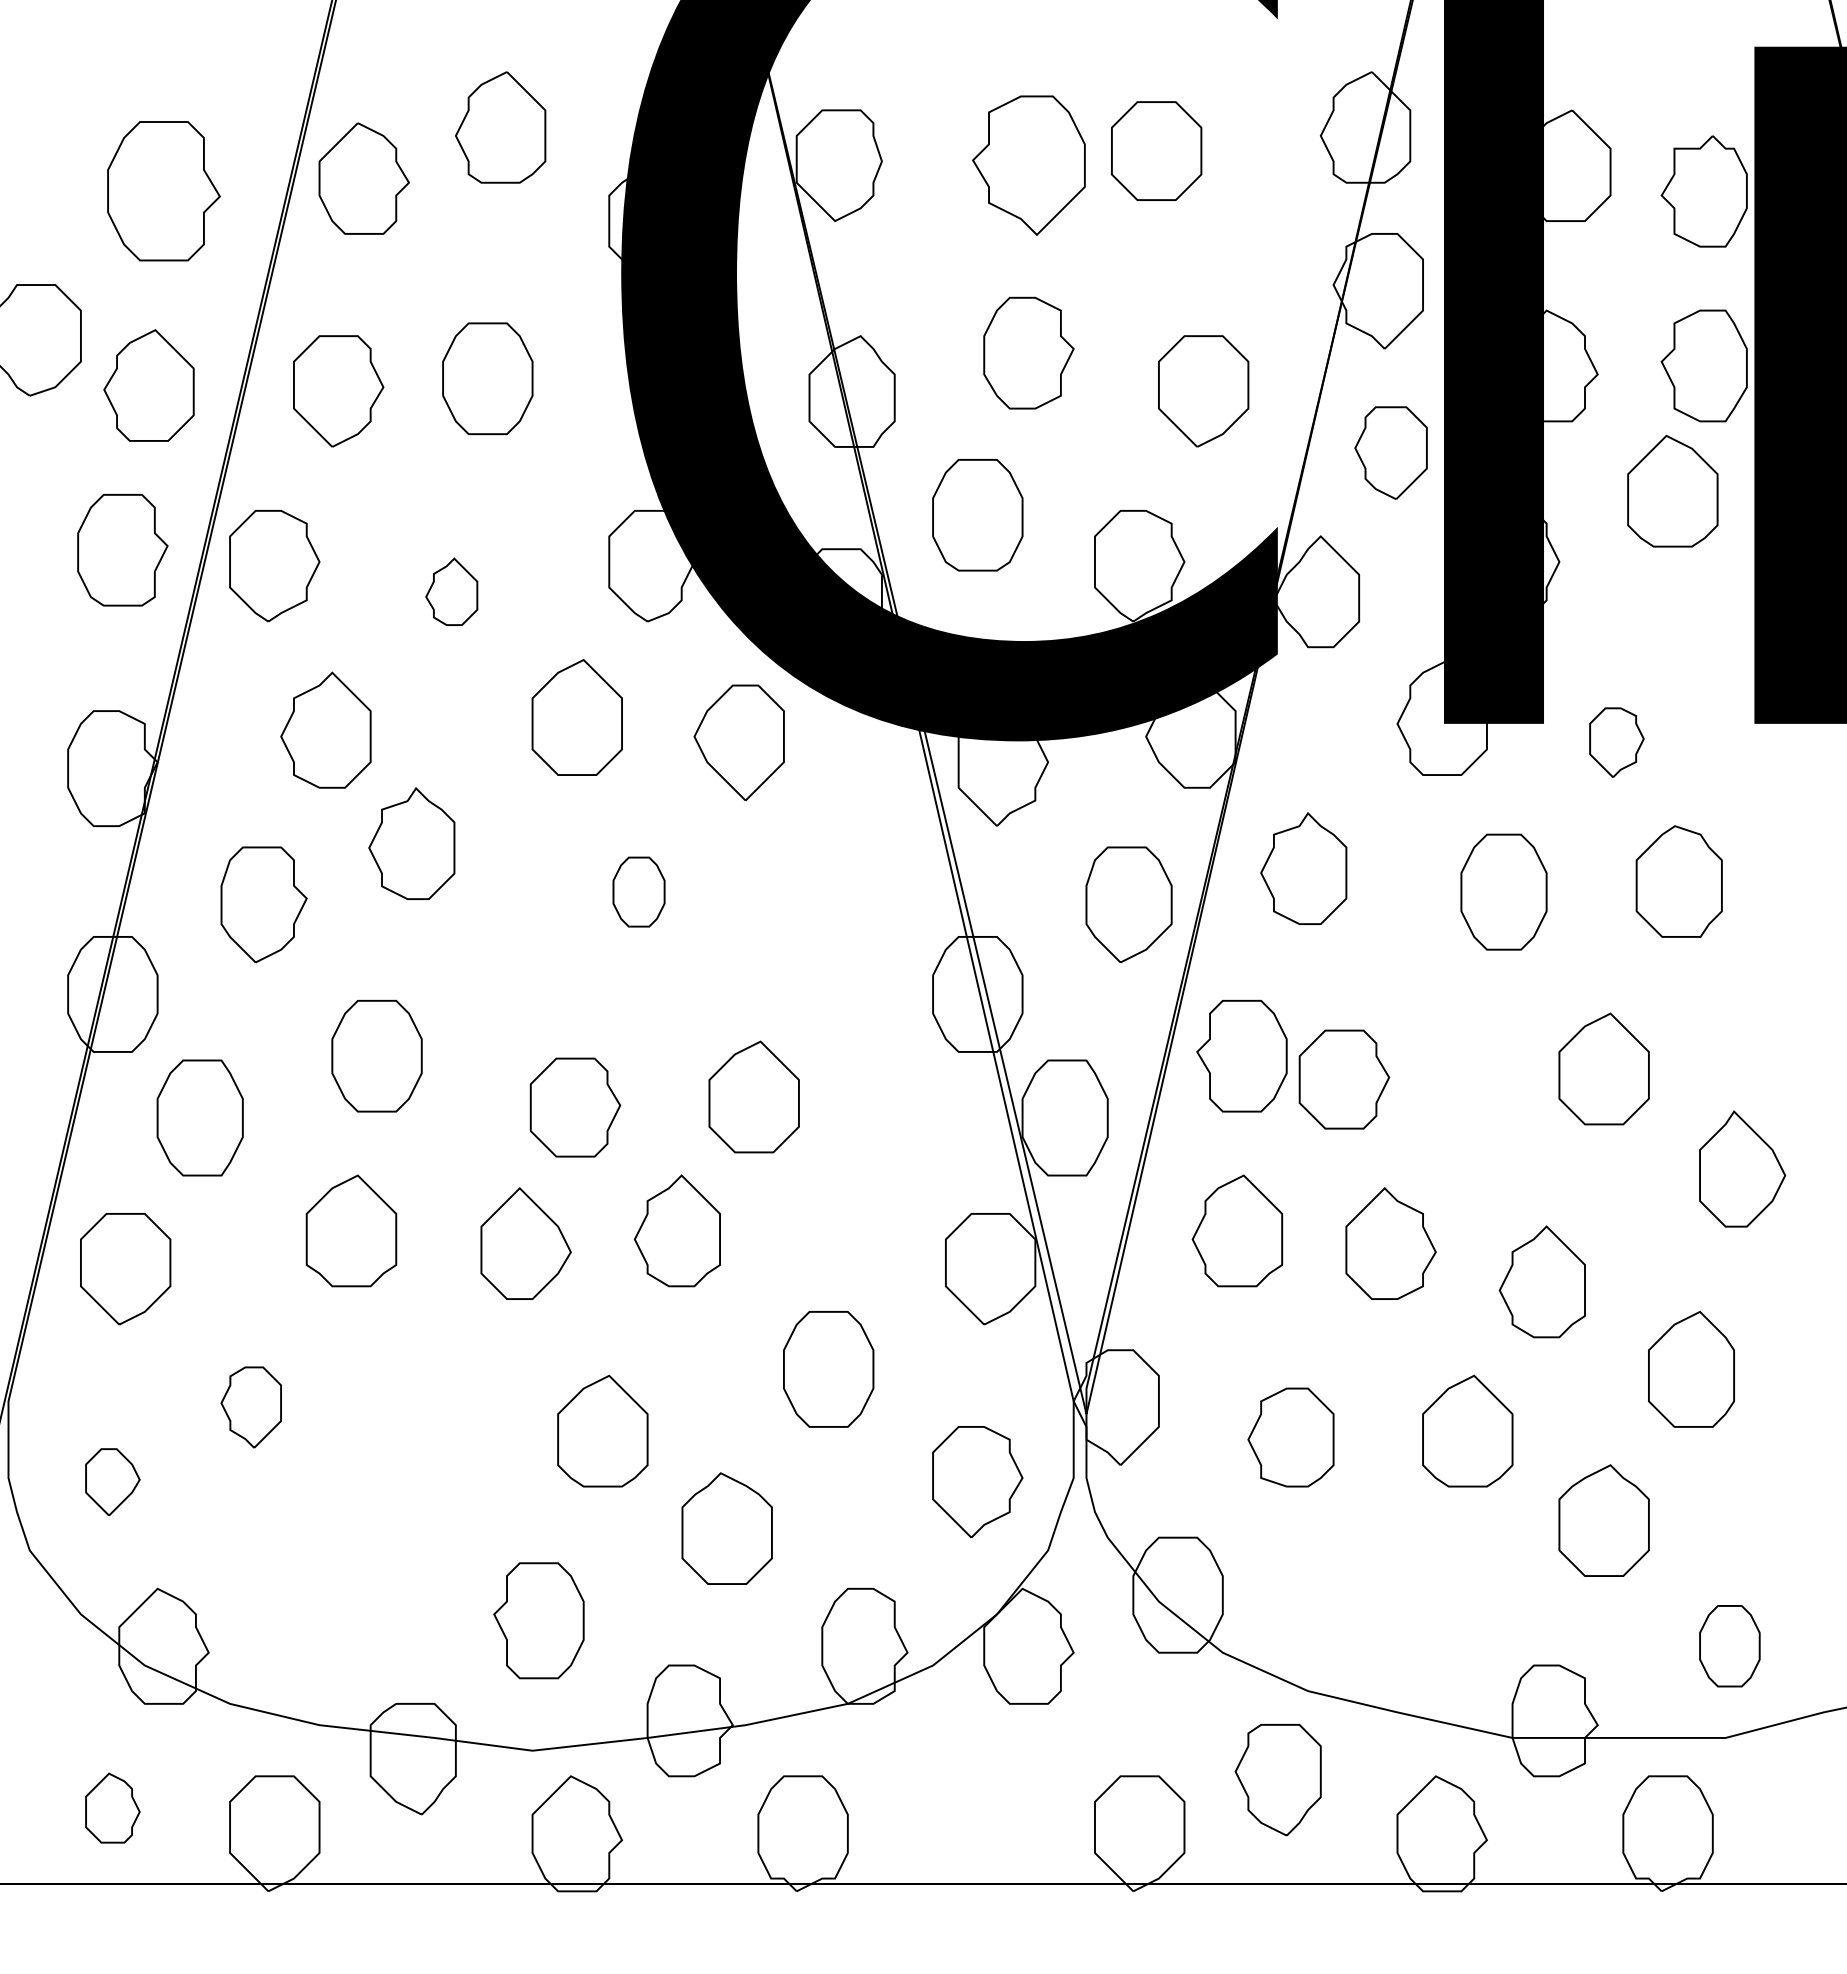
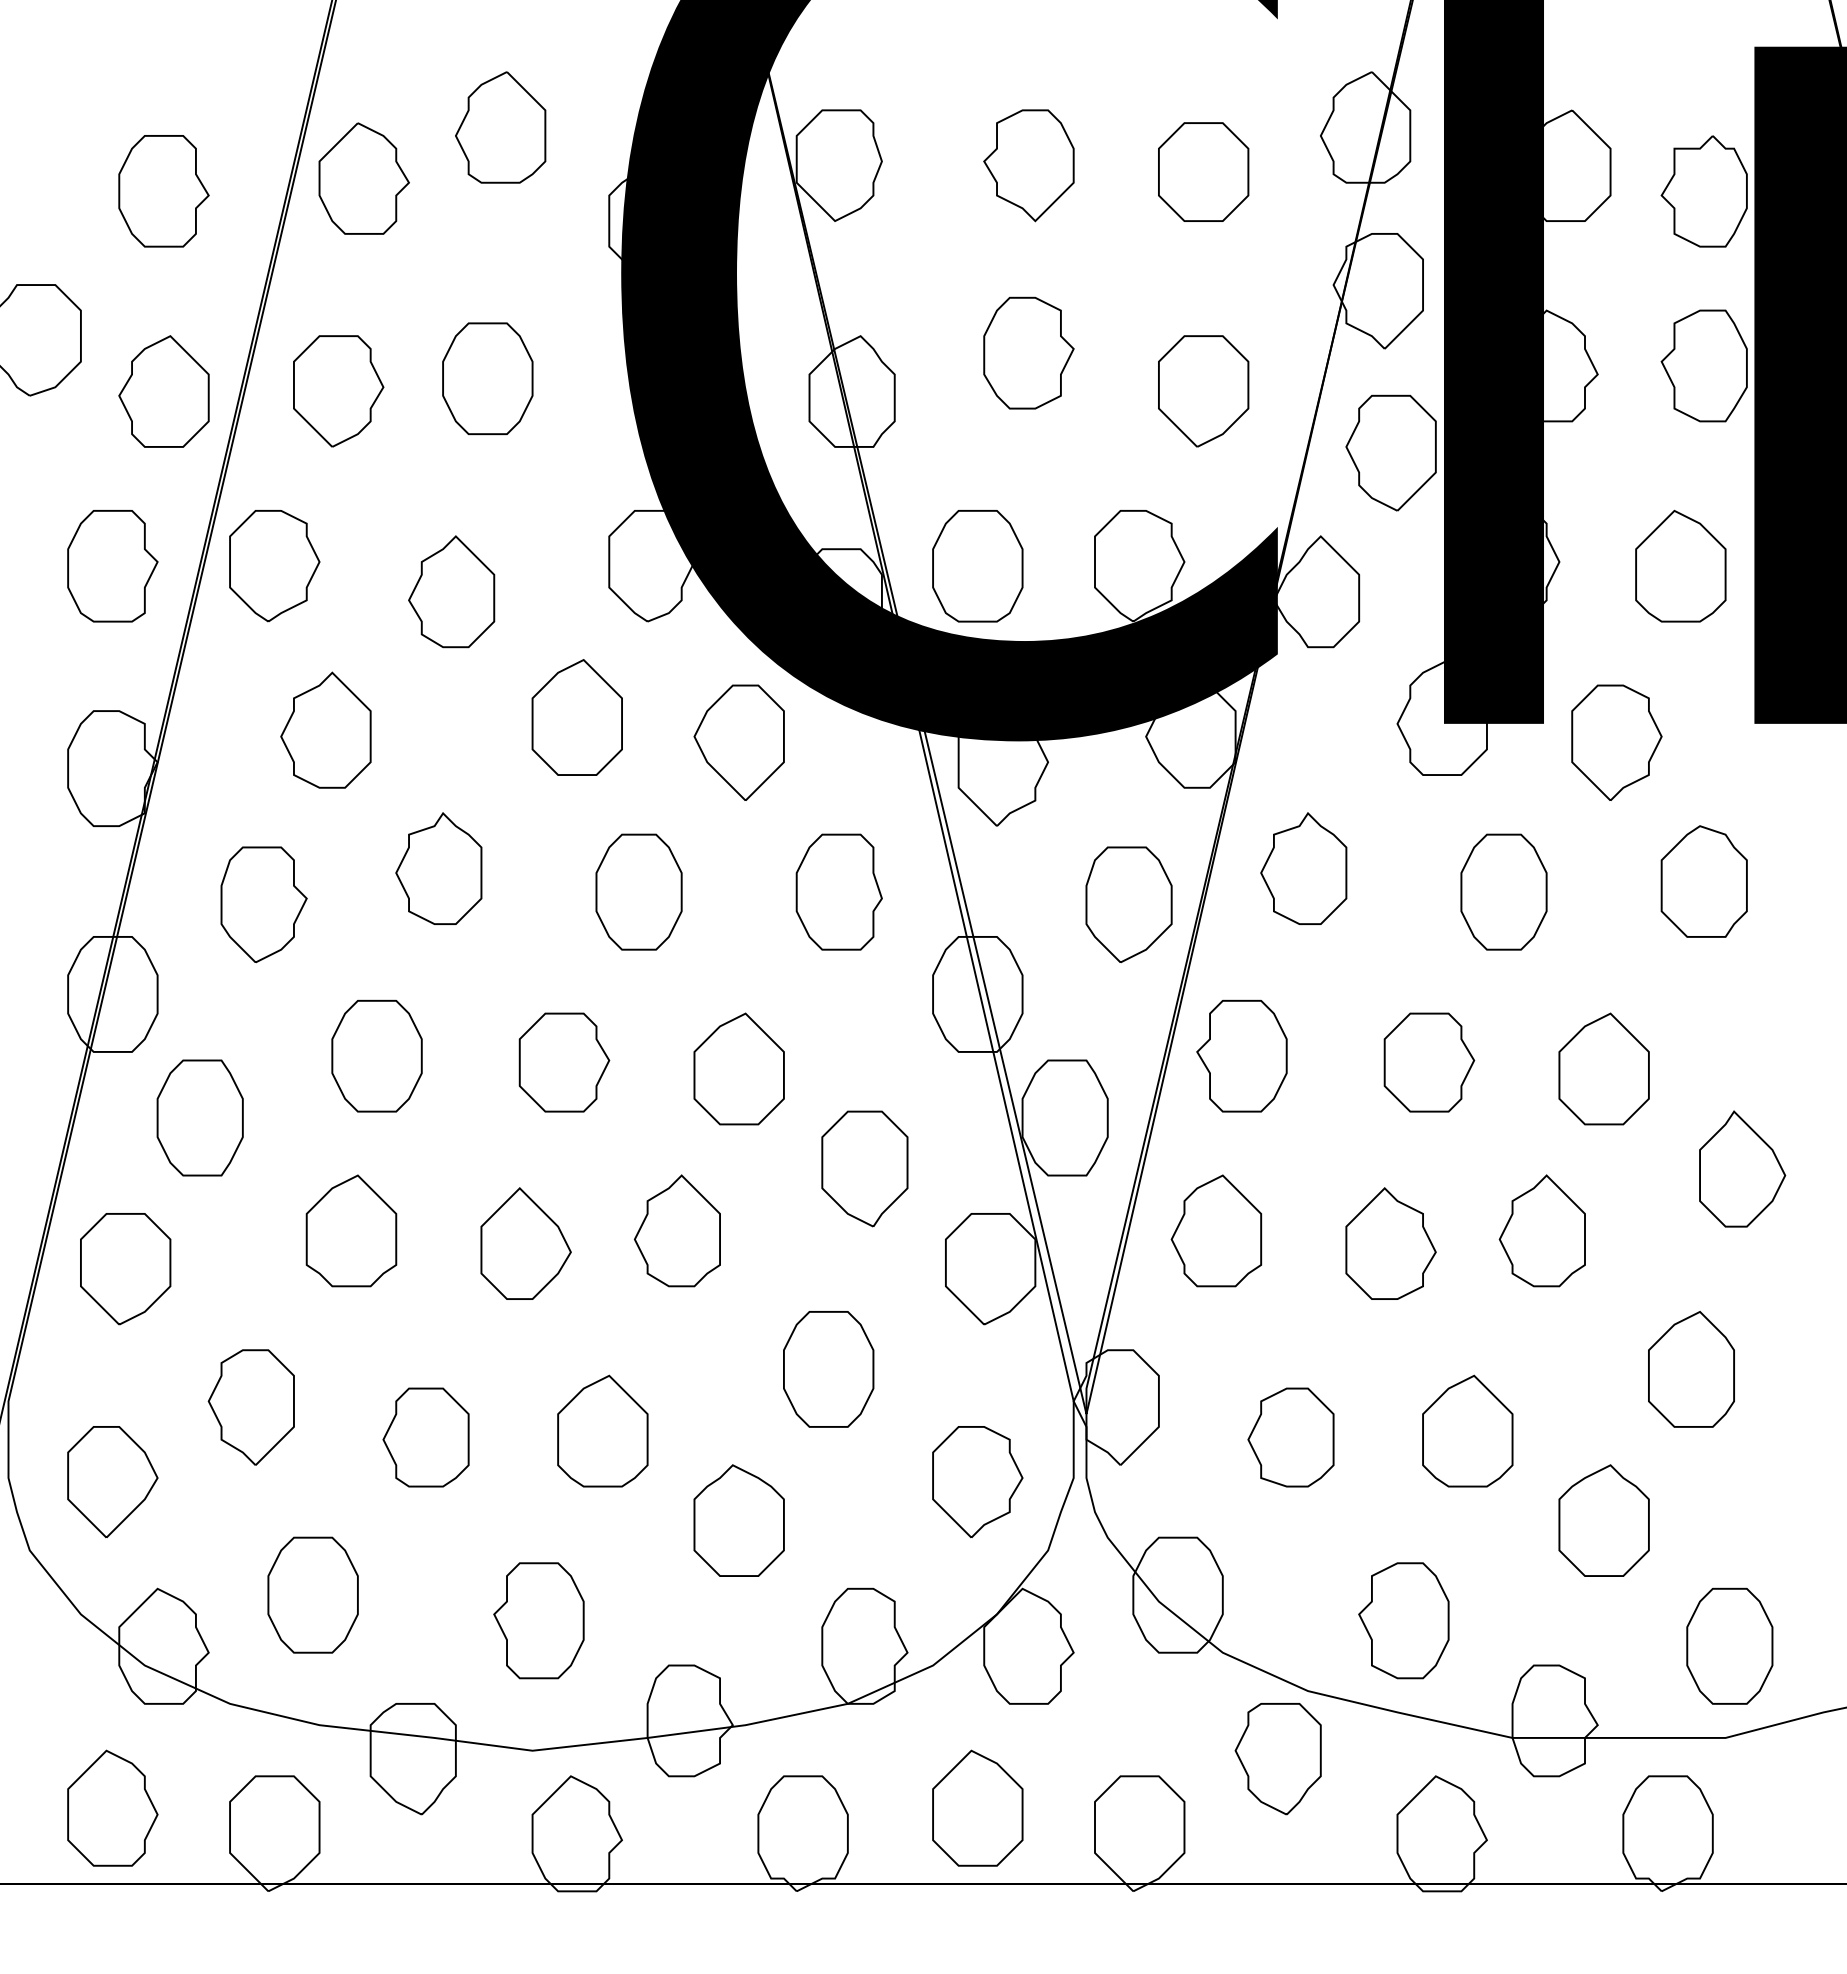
part at (1156, 150) position: (1156, 150) -> (1203, 171)
part at (1028, 165) size: 114x141 px -> 92x114 px
part at (163, 191) size: 114x141 px -> 92x113 px
part at (148, 385) position: (148, 385) -> (163, 391)
part at (1390, 452) size: 74x94 px -> 92x118 px
part at (1672, 490) position: (1672, 490) -> (1680, 565)
part at (977, 515) position: (977, 515) -> (977, 566)
part at (122, 550) position: (122, 550) -> (112, 566)
part at (451, 591) size: 54x69 px -> 88x114 px
part at (1616, 742) size: 56x71 px -> 92x117 px
part at (411, 843) position: (411, 843) -> (438, 868)
part at (1678, 881) position: (1678, 881) -> (1703, 881)
part at (638, 891) size: 54x72 px -> 88x118 px
part at (838, 891): none -> present
part at (1344, 1079) position: (1344, 1079) -> (1429, 1062)
part at (753, 1096) position: (753, 1096) -> (738, 1068)
part at (575, 1107) position: (575, 1107) -> (564, 1062)
part at (864, 1168): none -> present
part at (1237, 1230) position: (1237, 1230) -> (1216, 1230)
part at (1541, 1281) position: (1541, 1281) -> (1541, 1230)
part at (250, 1407) size: 62x83 px -> 88x117 px
part at (425, 1437): none -> present
part at (112, 1481) size: 56x68 px -> 92x113 px
part at (726, 1528) position: (726, 1528) -> (738, 1520)
part at (312, 1594): none -> present
part at (1403, 1620): none -> present
part at (1729, 1646) size: 62x83 px -> 88x118 px
part at (1277, 1780) position: (1277, 1780) -> (1277, 1759)
part at (112, 1807) size: 56x72 px -> 92x118 px
part at (977, 1807): none -> present
